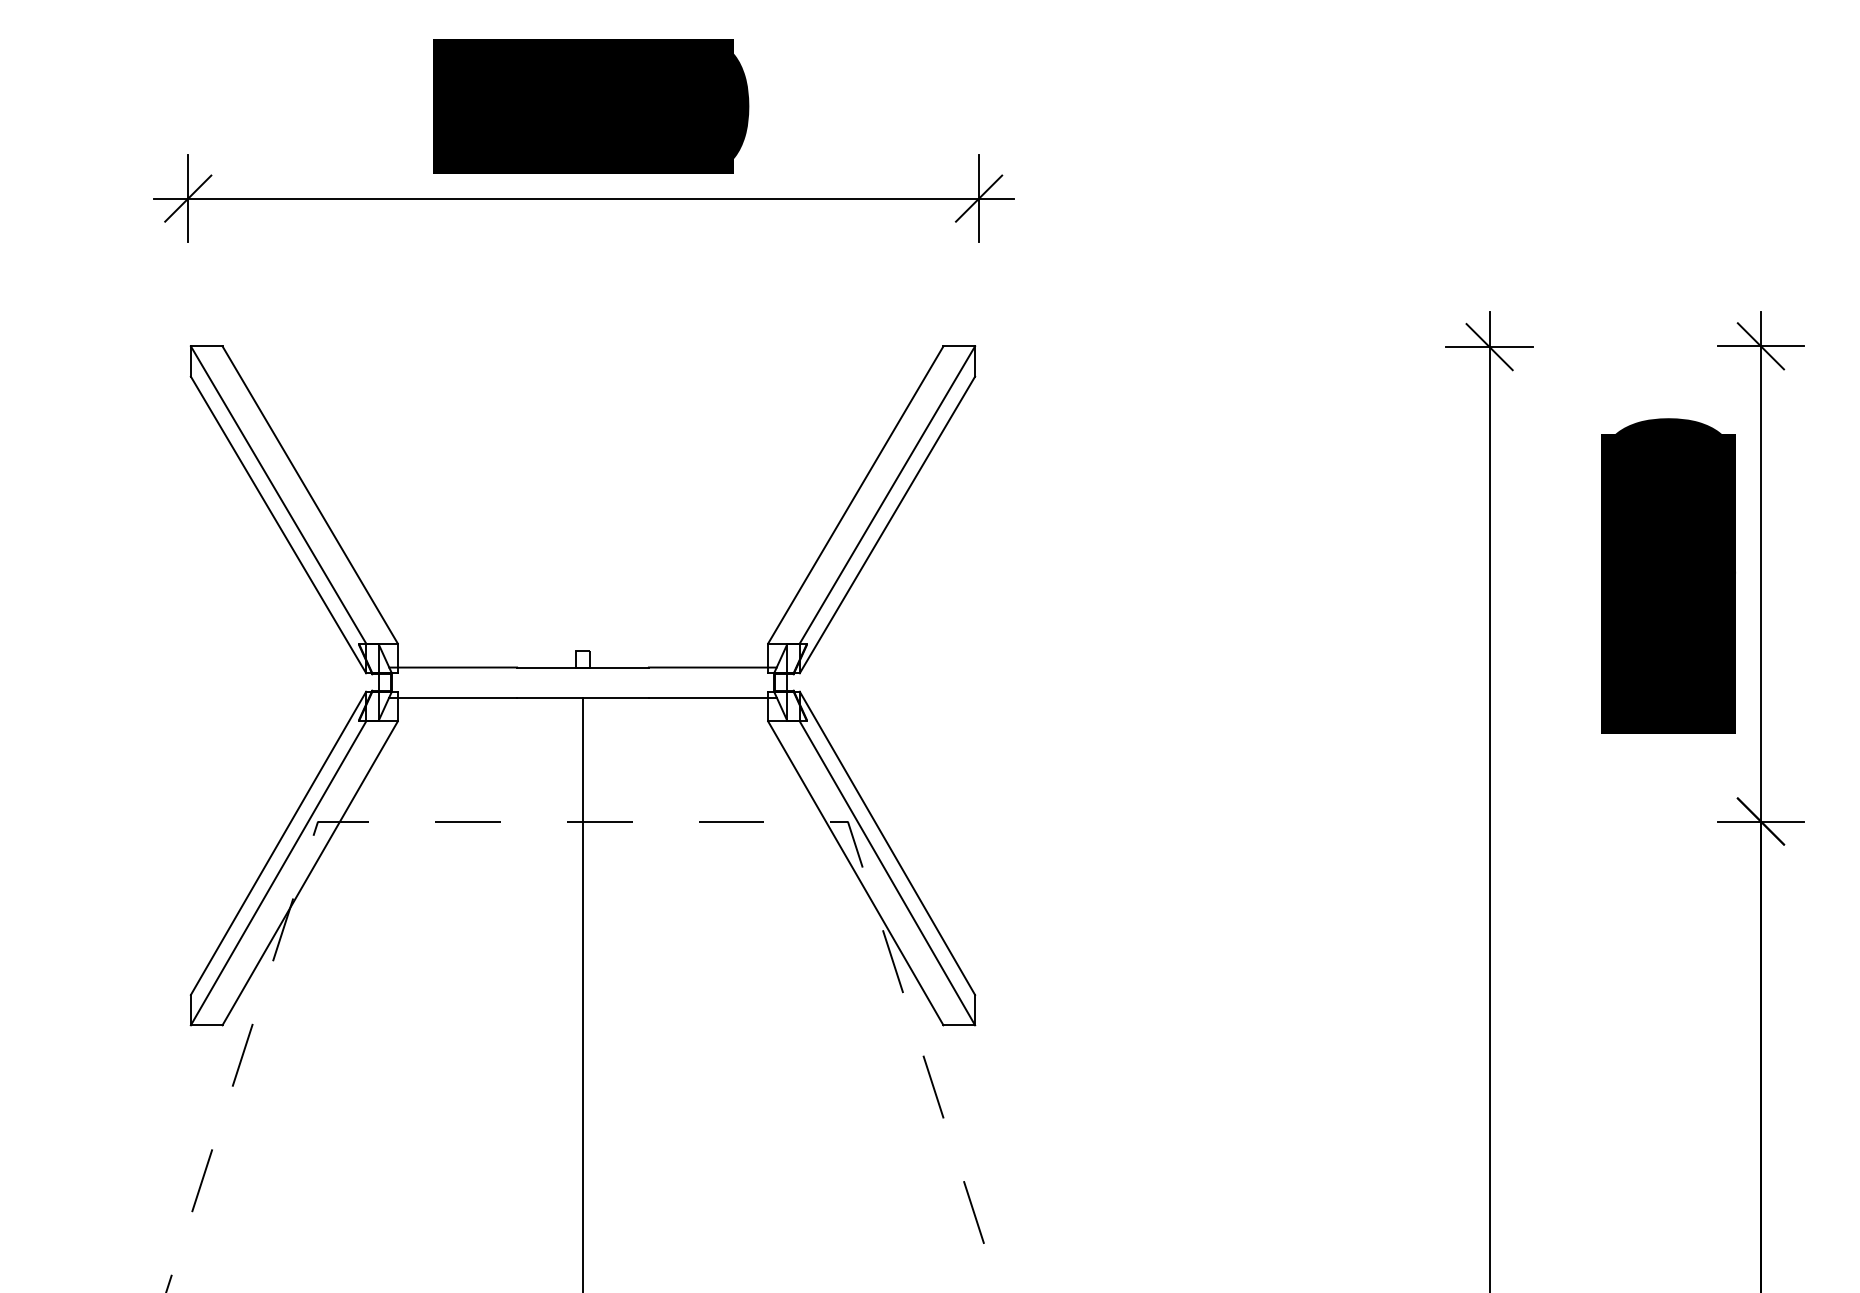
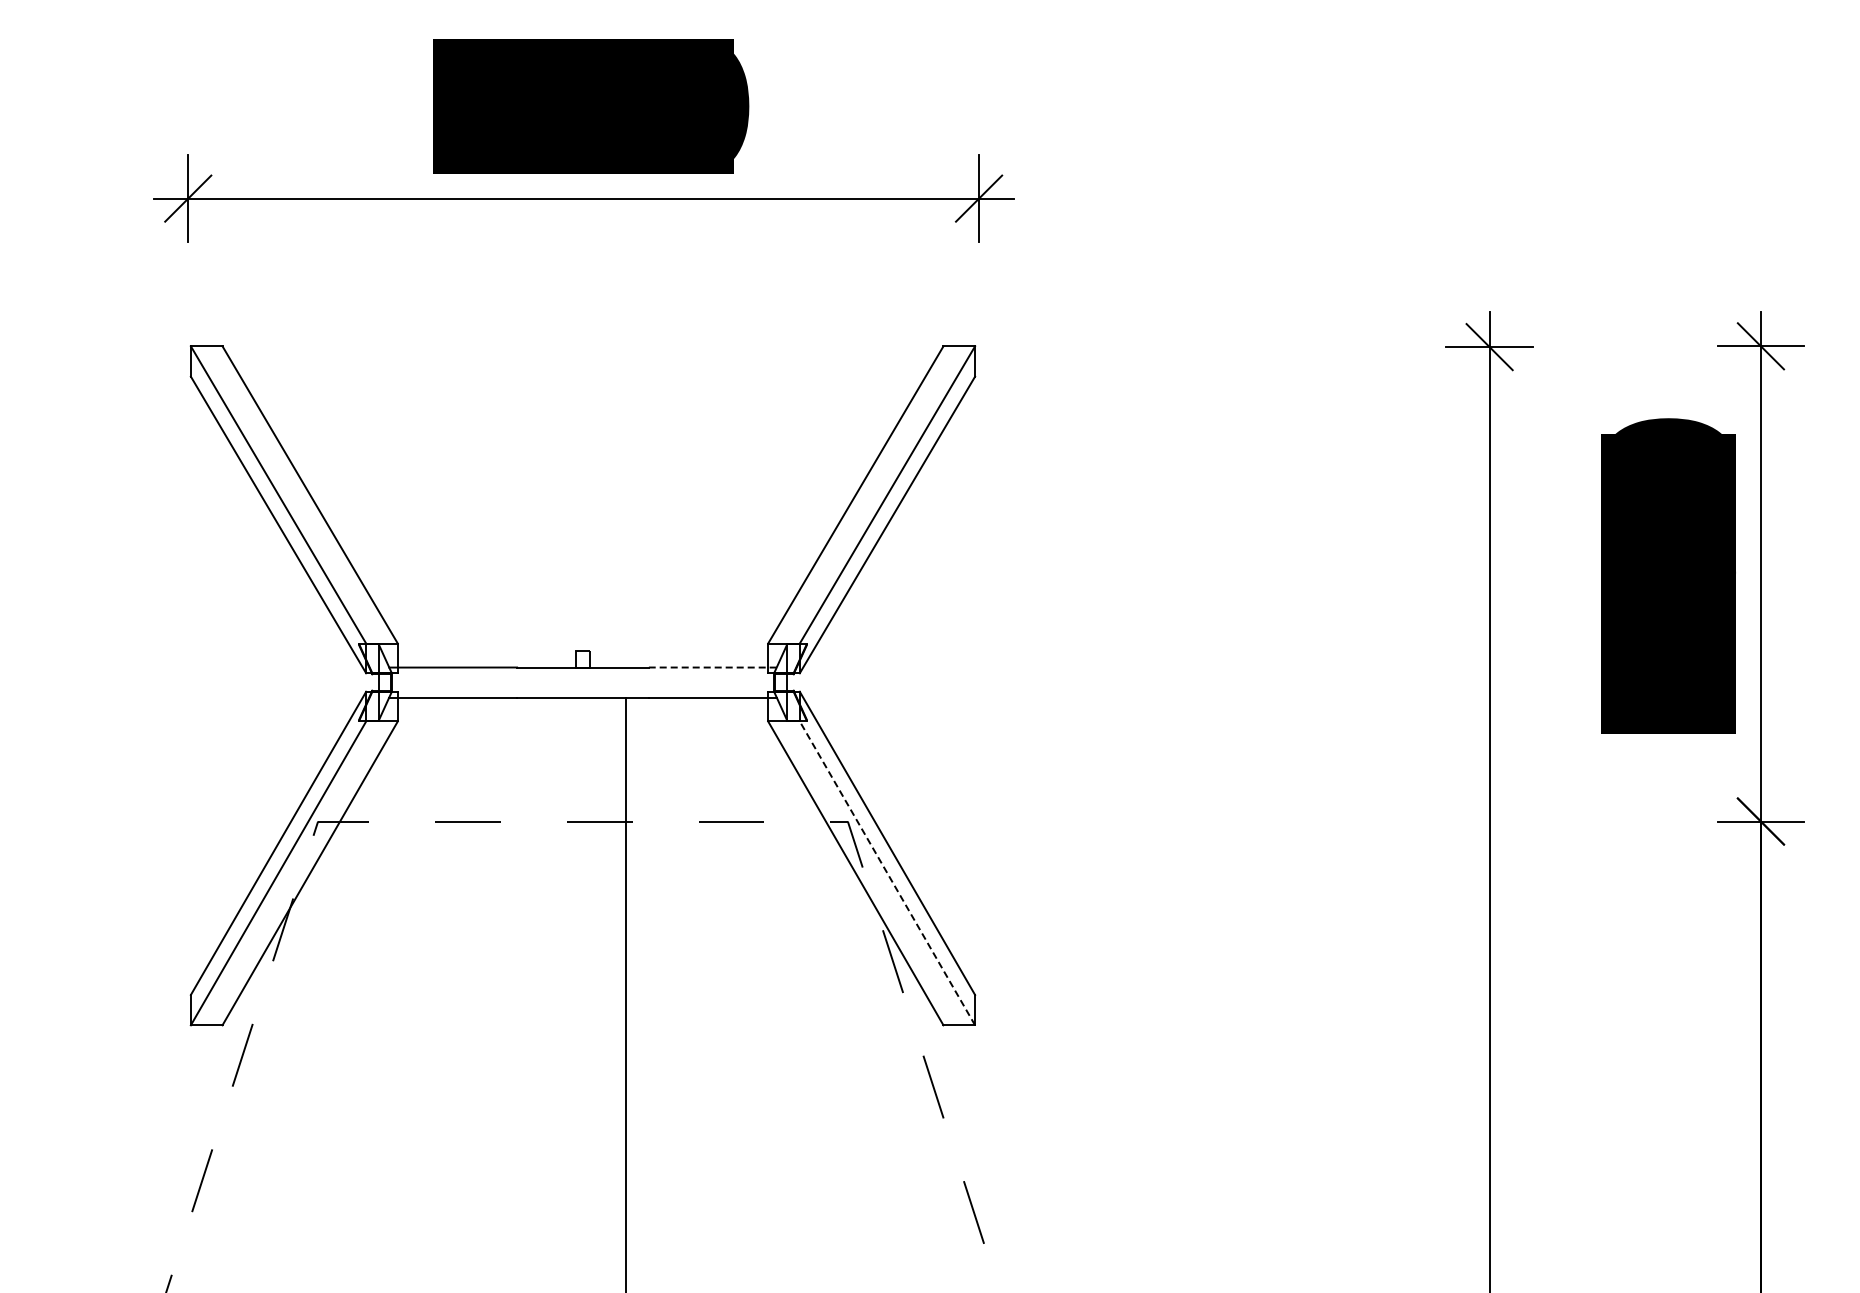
line at (712, 667): solid -> dashed
line at (887, 872): solid -> dashed
line at (583, 993) position: (583, 993) -> (626, 993)
